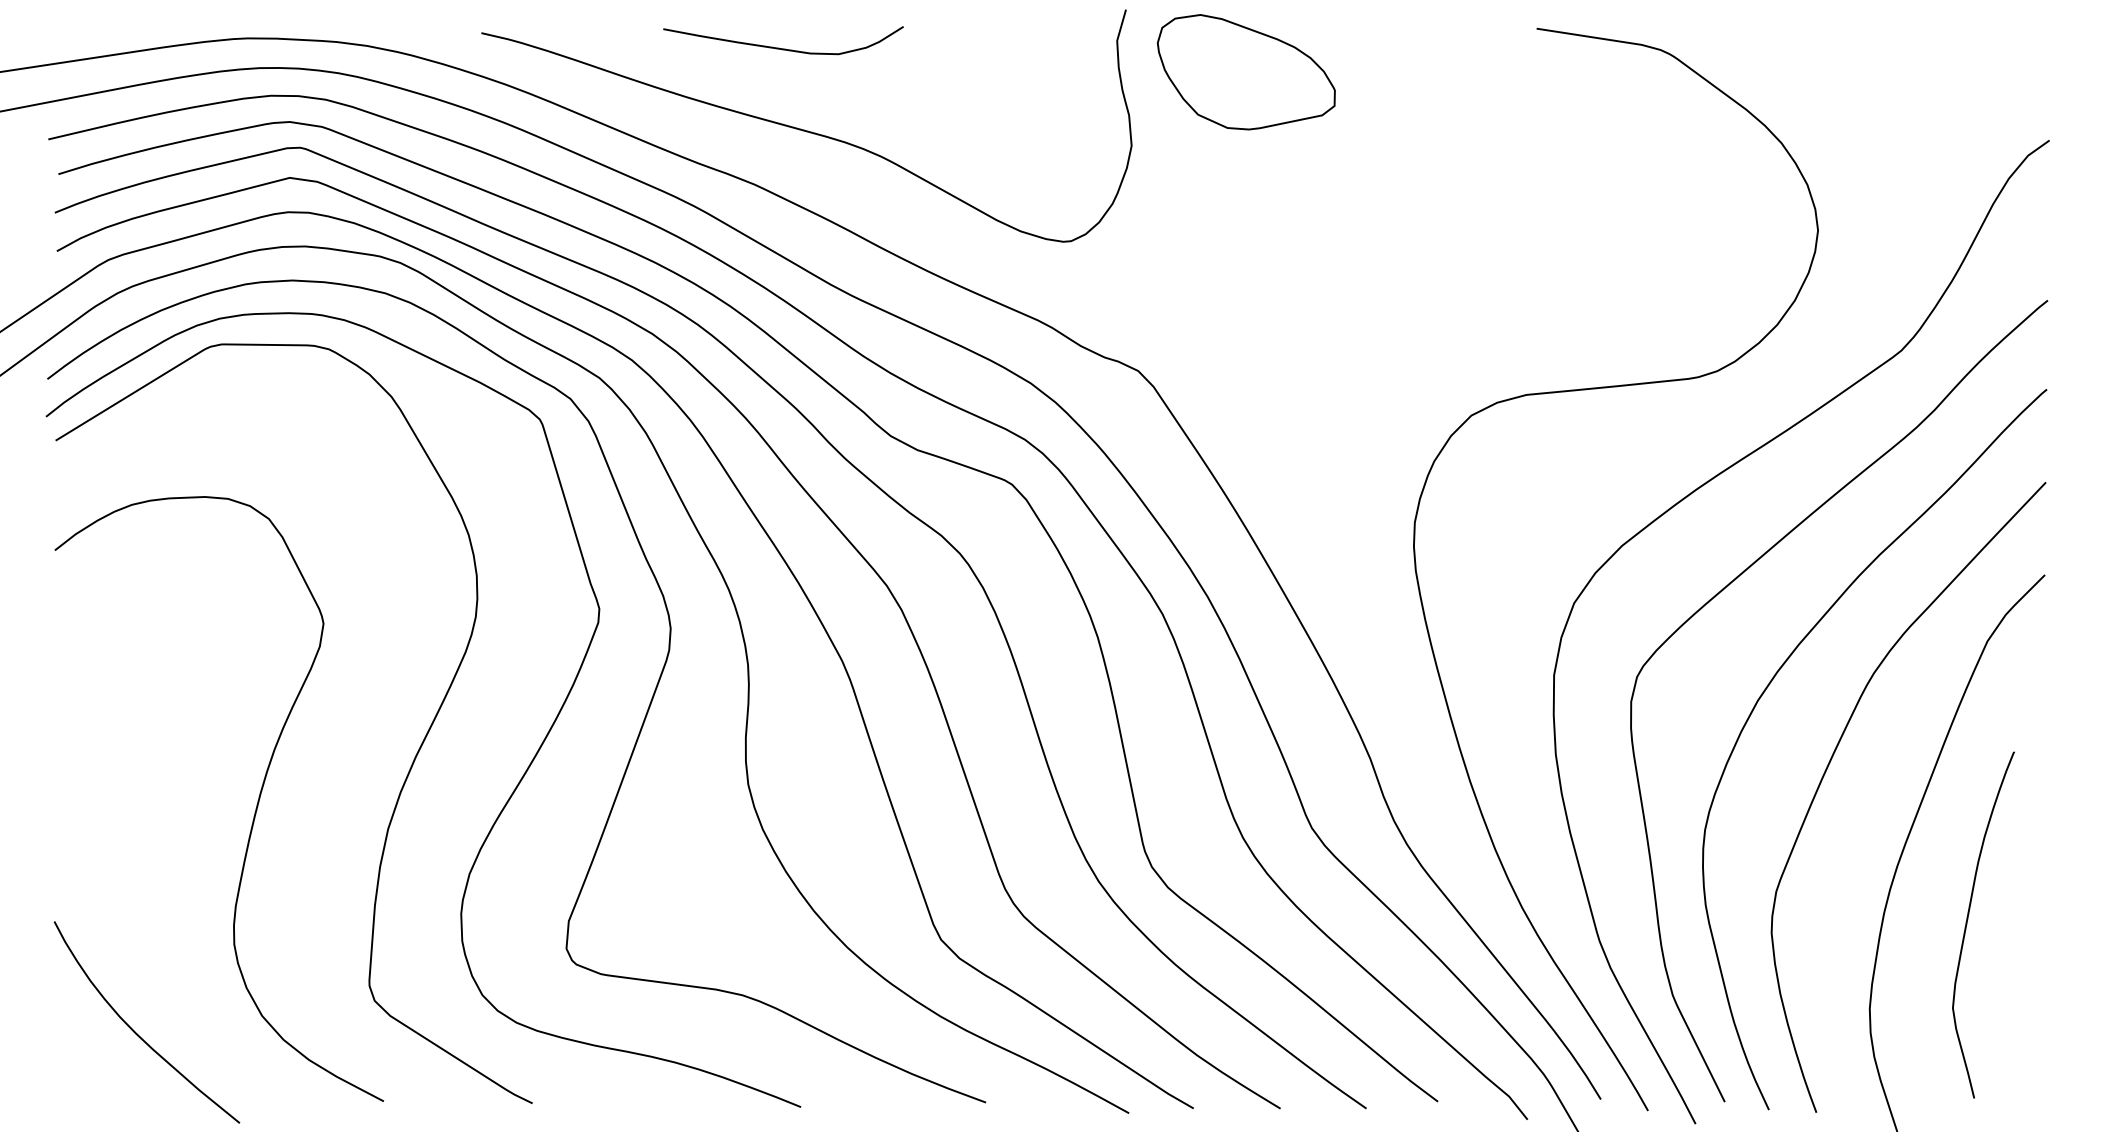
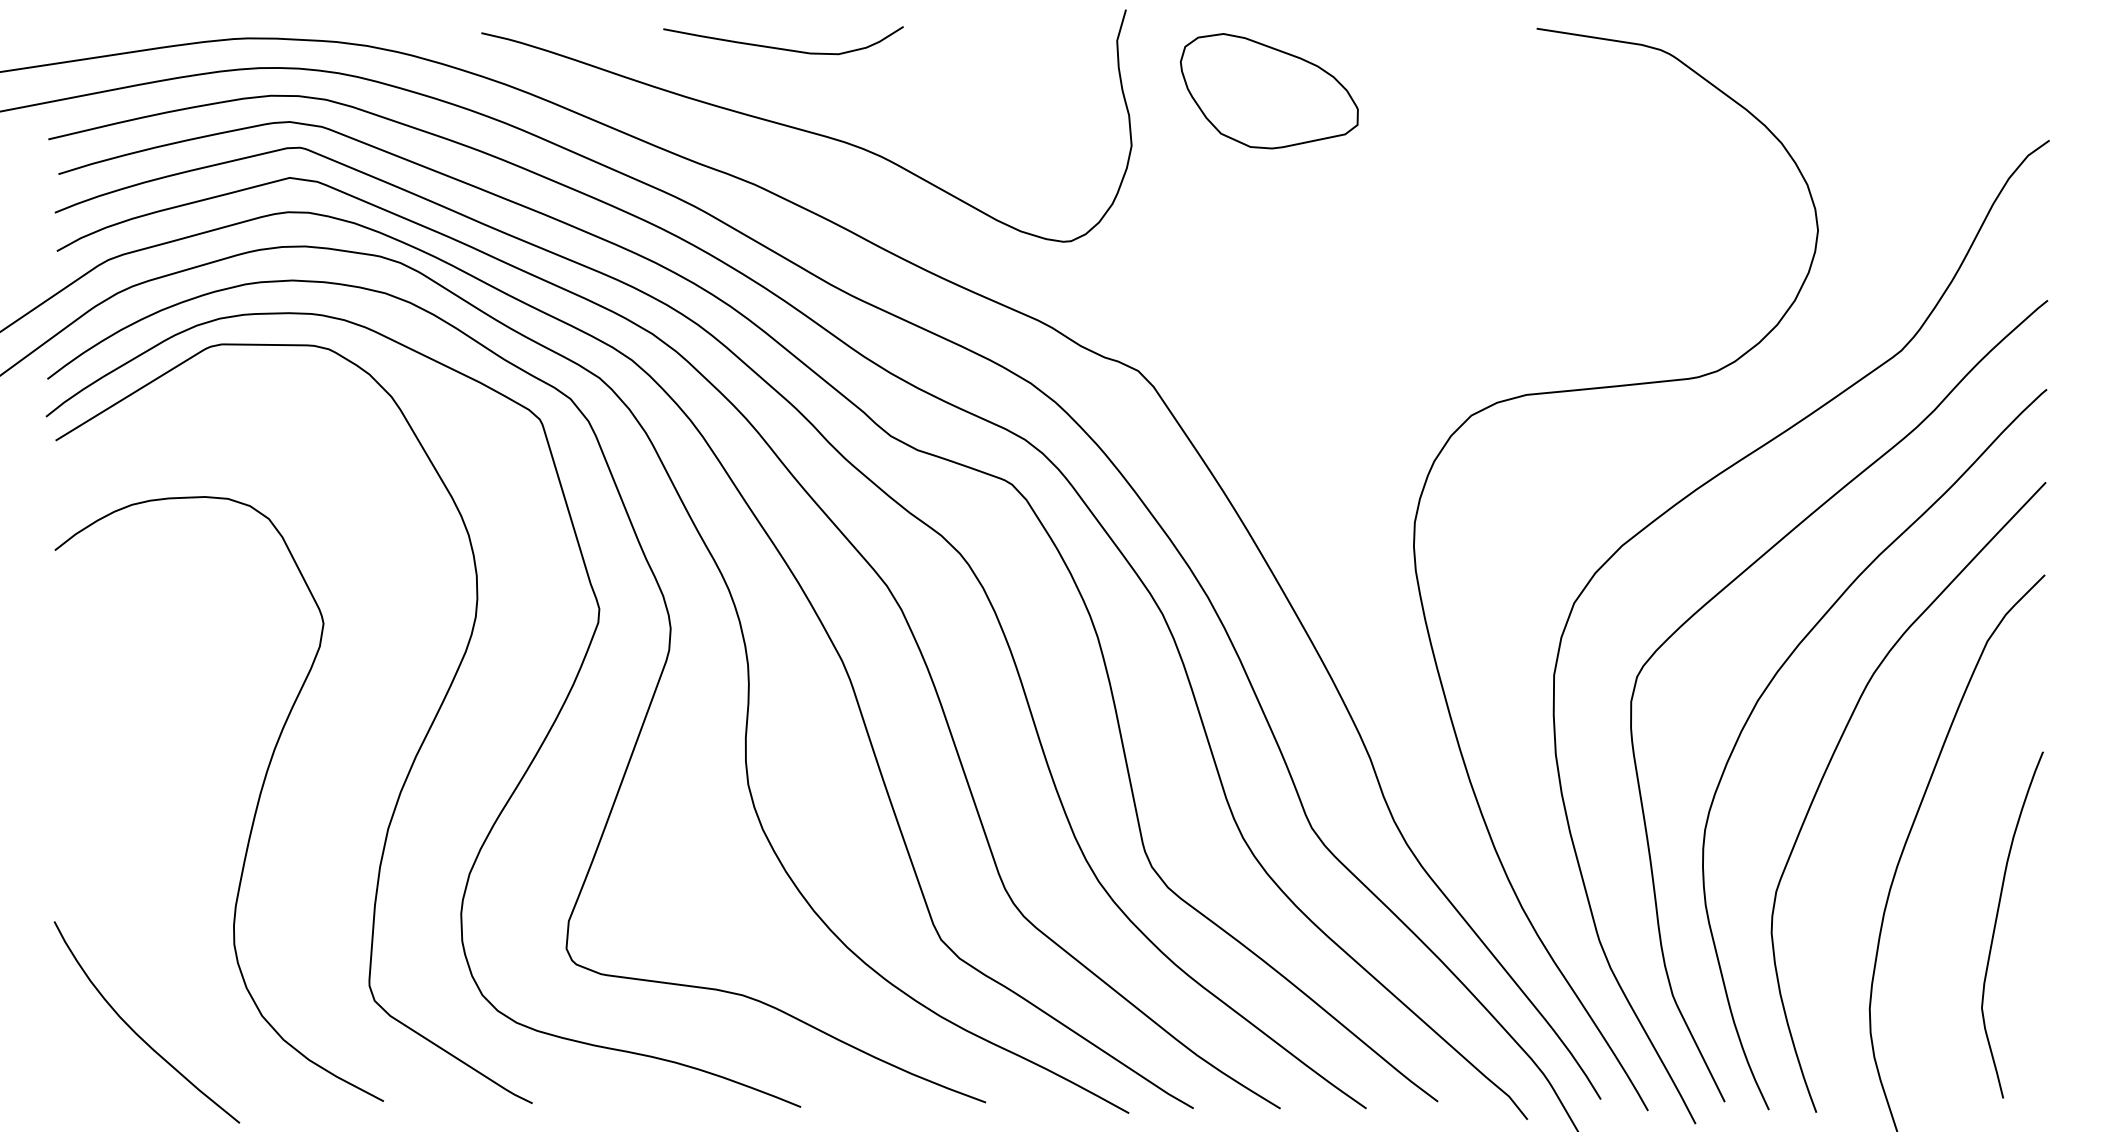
part at (1245, 72) position: (1245, 72) -> (1268, 91)
curve at (1968, 919) position: (1968, 919) -> (1997, 919)
